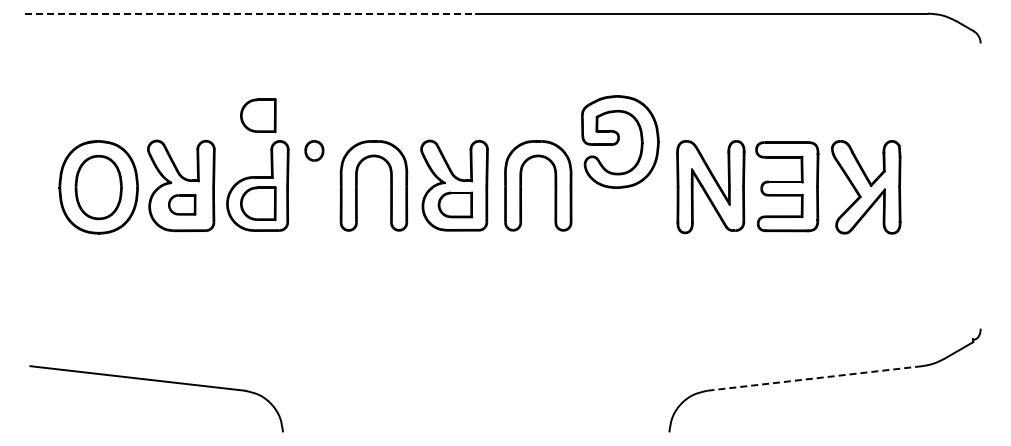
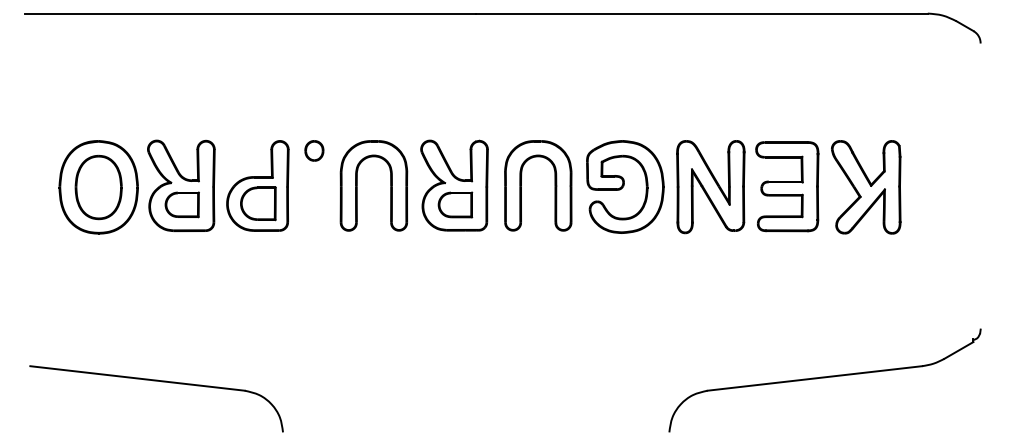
line at (250, 13): dashed -> solid
part at (258, 115): present -> none
part at (620, 141) position: (620, 141) -> (625, 186)
part at (182, 204) size: 29x22 px -> 36x28 px
line at (814, 378): dashed -> solid
